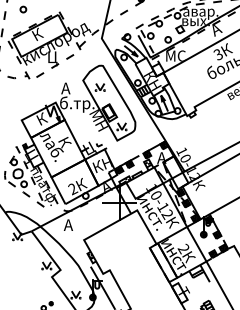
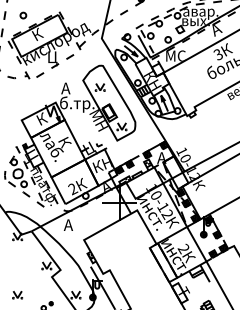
part at (23, 9) position: (23, 9) -> (23, 15)
part at (17, 295): none -> present
